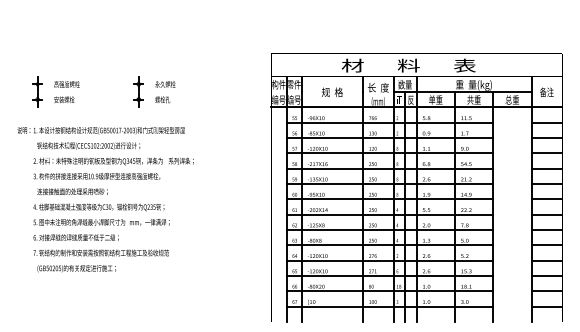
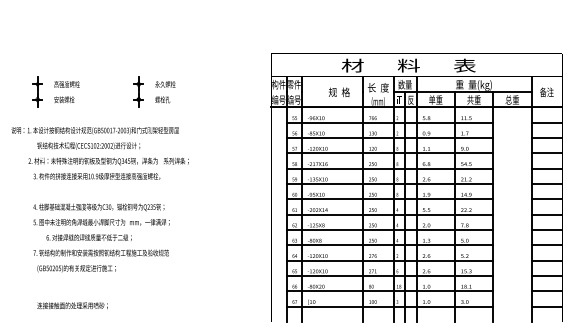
text at (332, 92) position: (332, 92) -> (339, 92)
text at (100, 130) position: (100, 130) -> (94, 130)
text at (113, 161) position: (113, 161) -> (108, 161)
text at (72, 191) position: (72, 191) -> (72, 305)
text at (75, 237) position: (75, 237) -> (88, 237)
